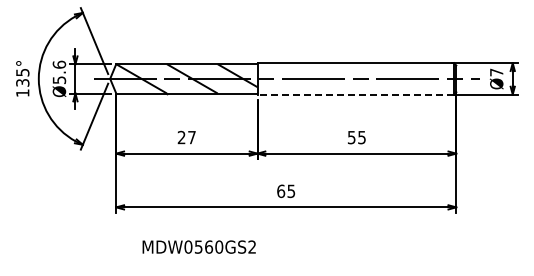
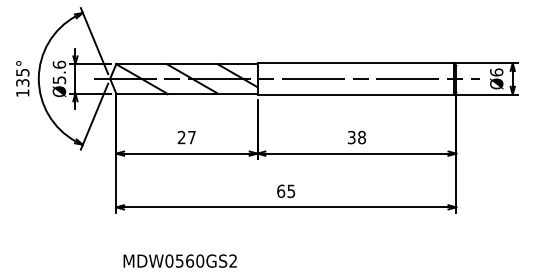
text at (496, 72): Ø7 -> Ø6
line at (355, 94): dashed -> solid
text at (356, 137): 55 -> 38
text at (198, 246) position: (198, 246) -> (179, 260)
